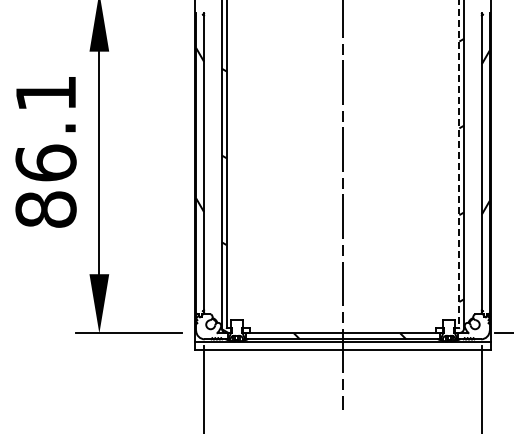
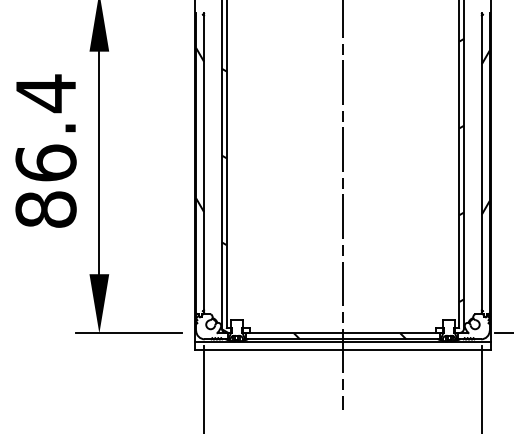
text at (45, 93): 86.1 -> 86.4
line at (459, 164): dashed -> solid
